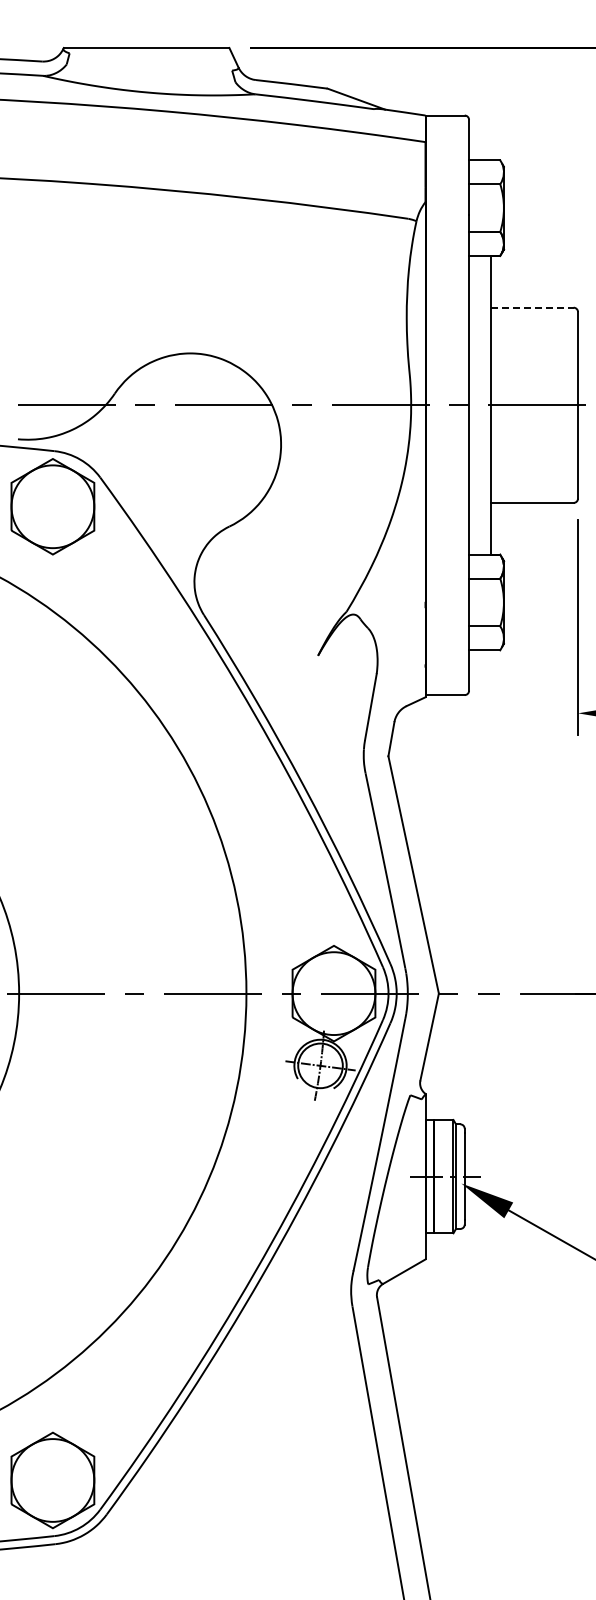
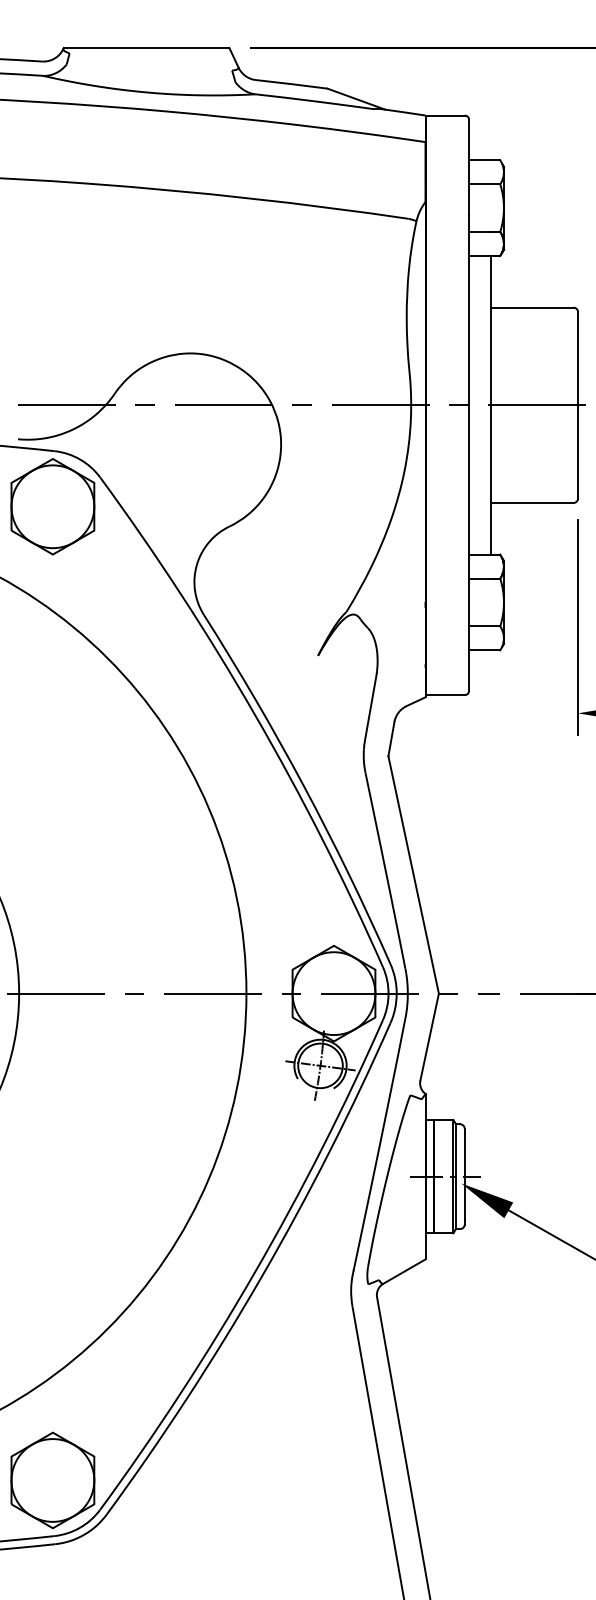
line at (532, 307): dashed -> solid
